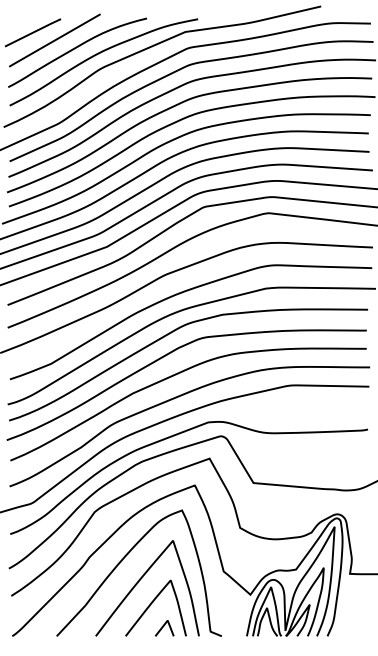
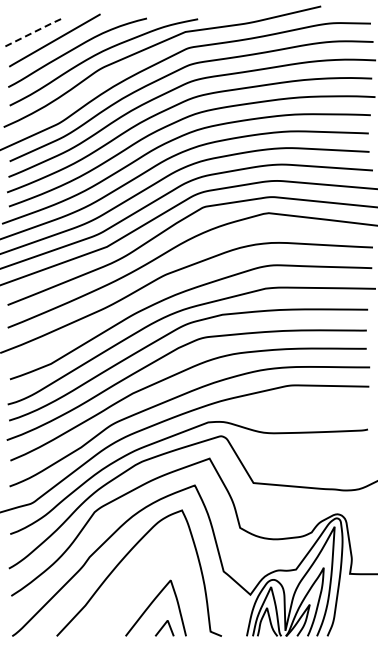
line at (33, 32): solid -> dashed
curve at (138, 583): present -> none
